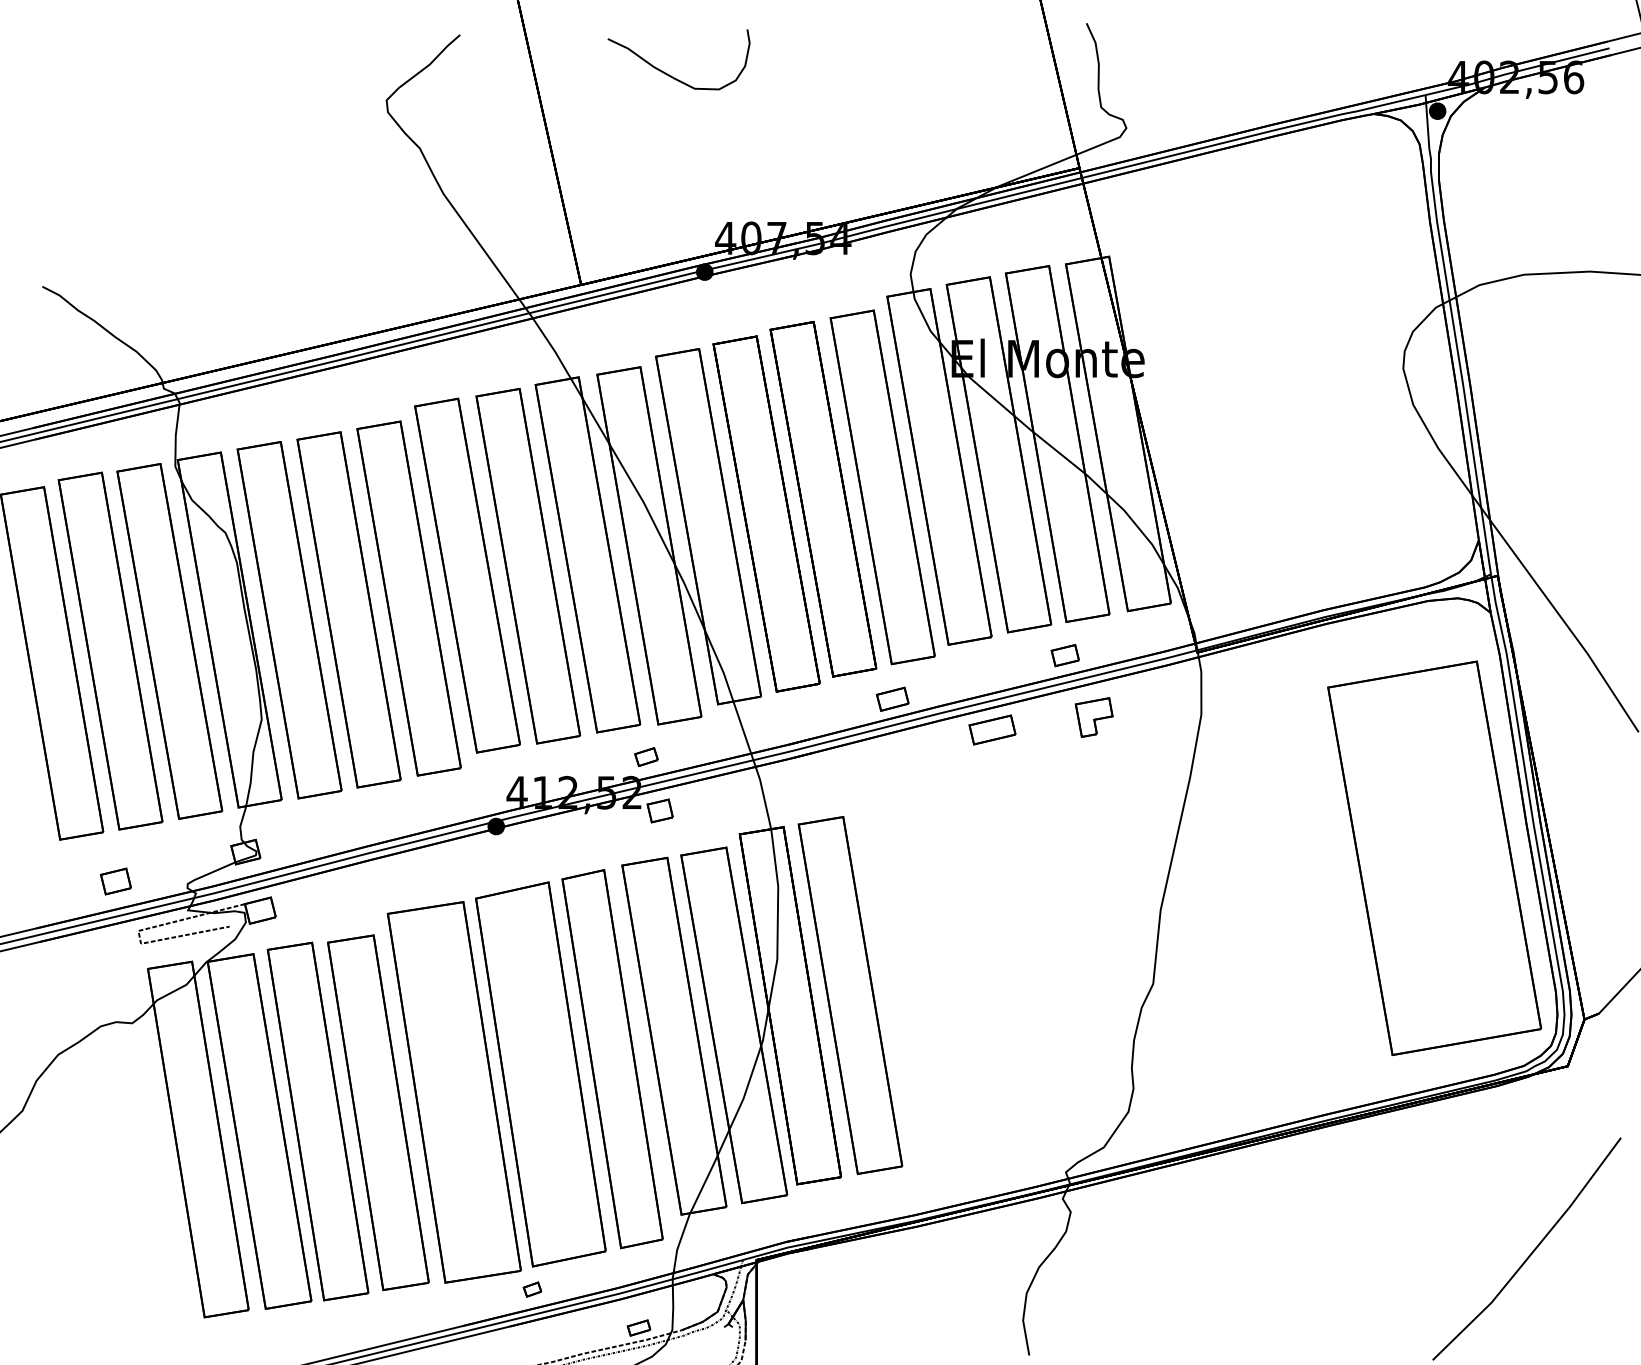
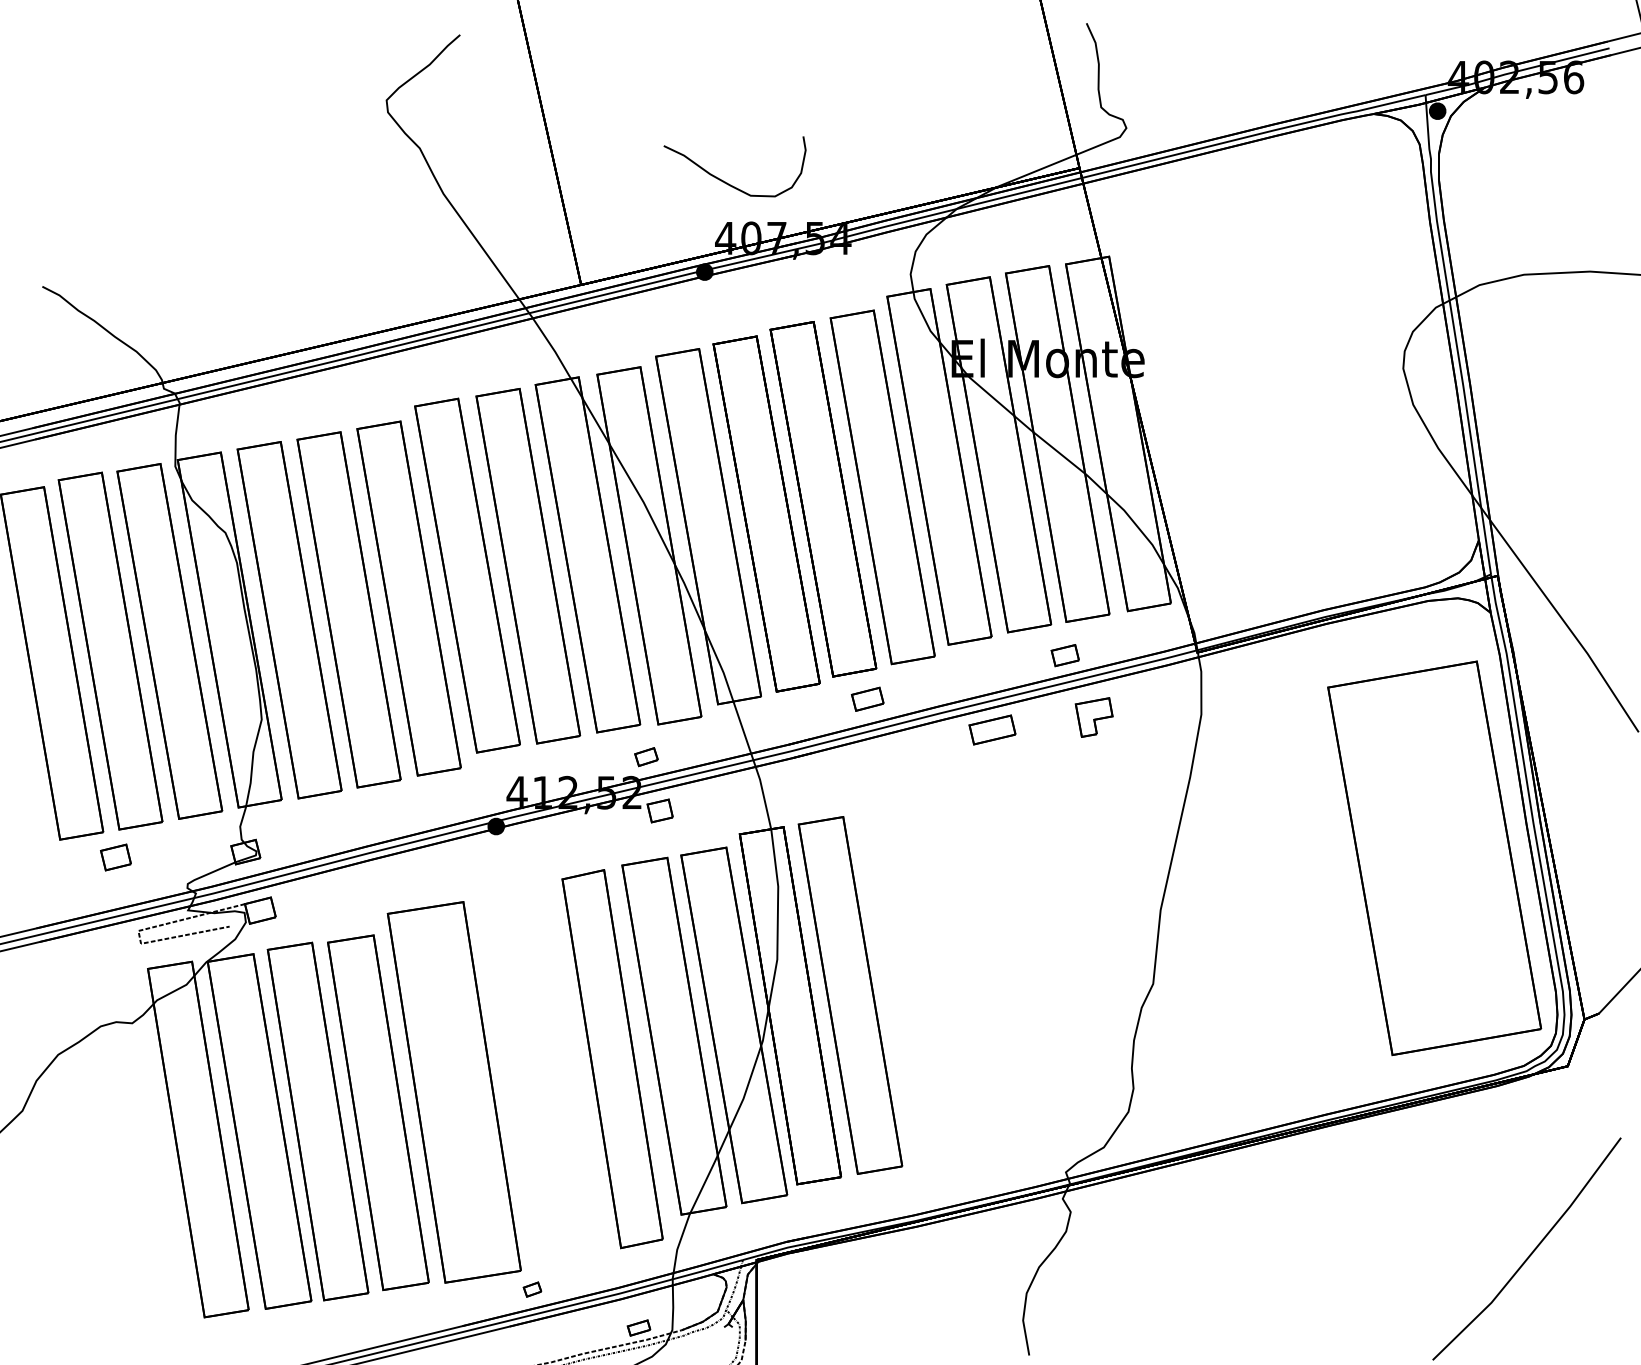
curve at (671, 75) position: (671, 75) -> (727, 182)
part at (892, 698) position: (892, 698) -> (867, 698)
part at (115, 881) position: (115, 881) -> (115, 857)
part at (540, 1074): present -> none
